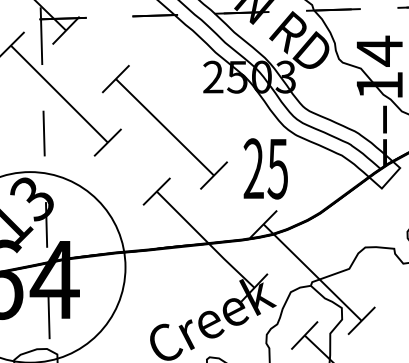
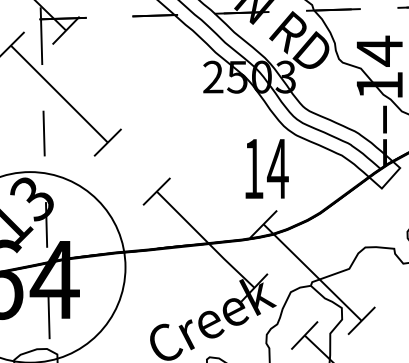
part at (164, 127): present -> none
text at (265, 168): 25 -> 14
